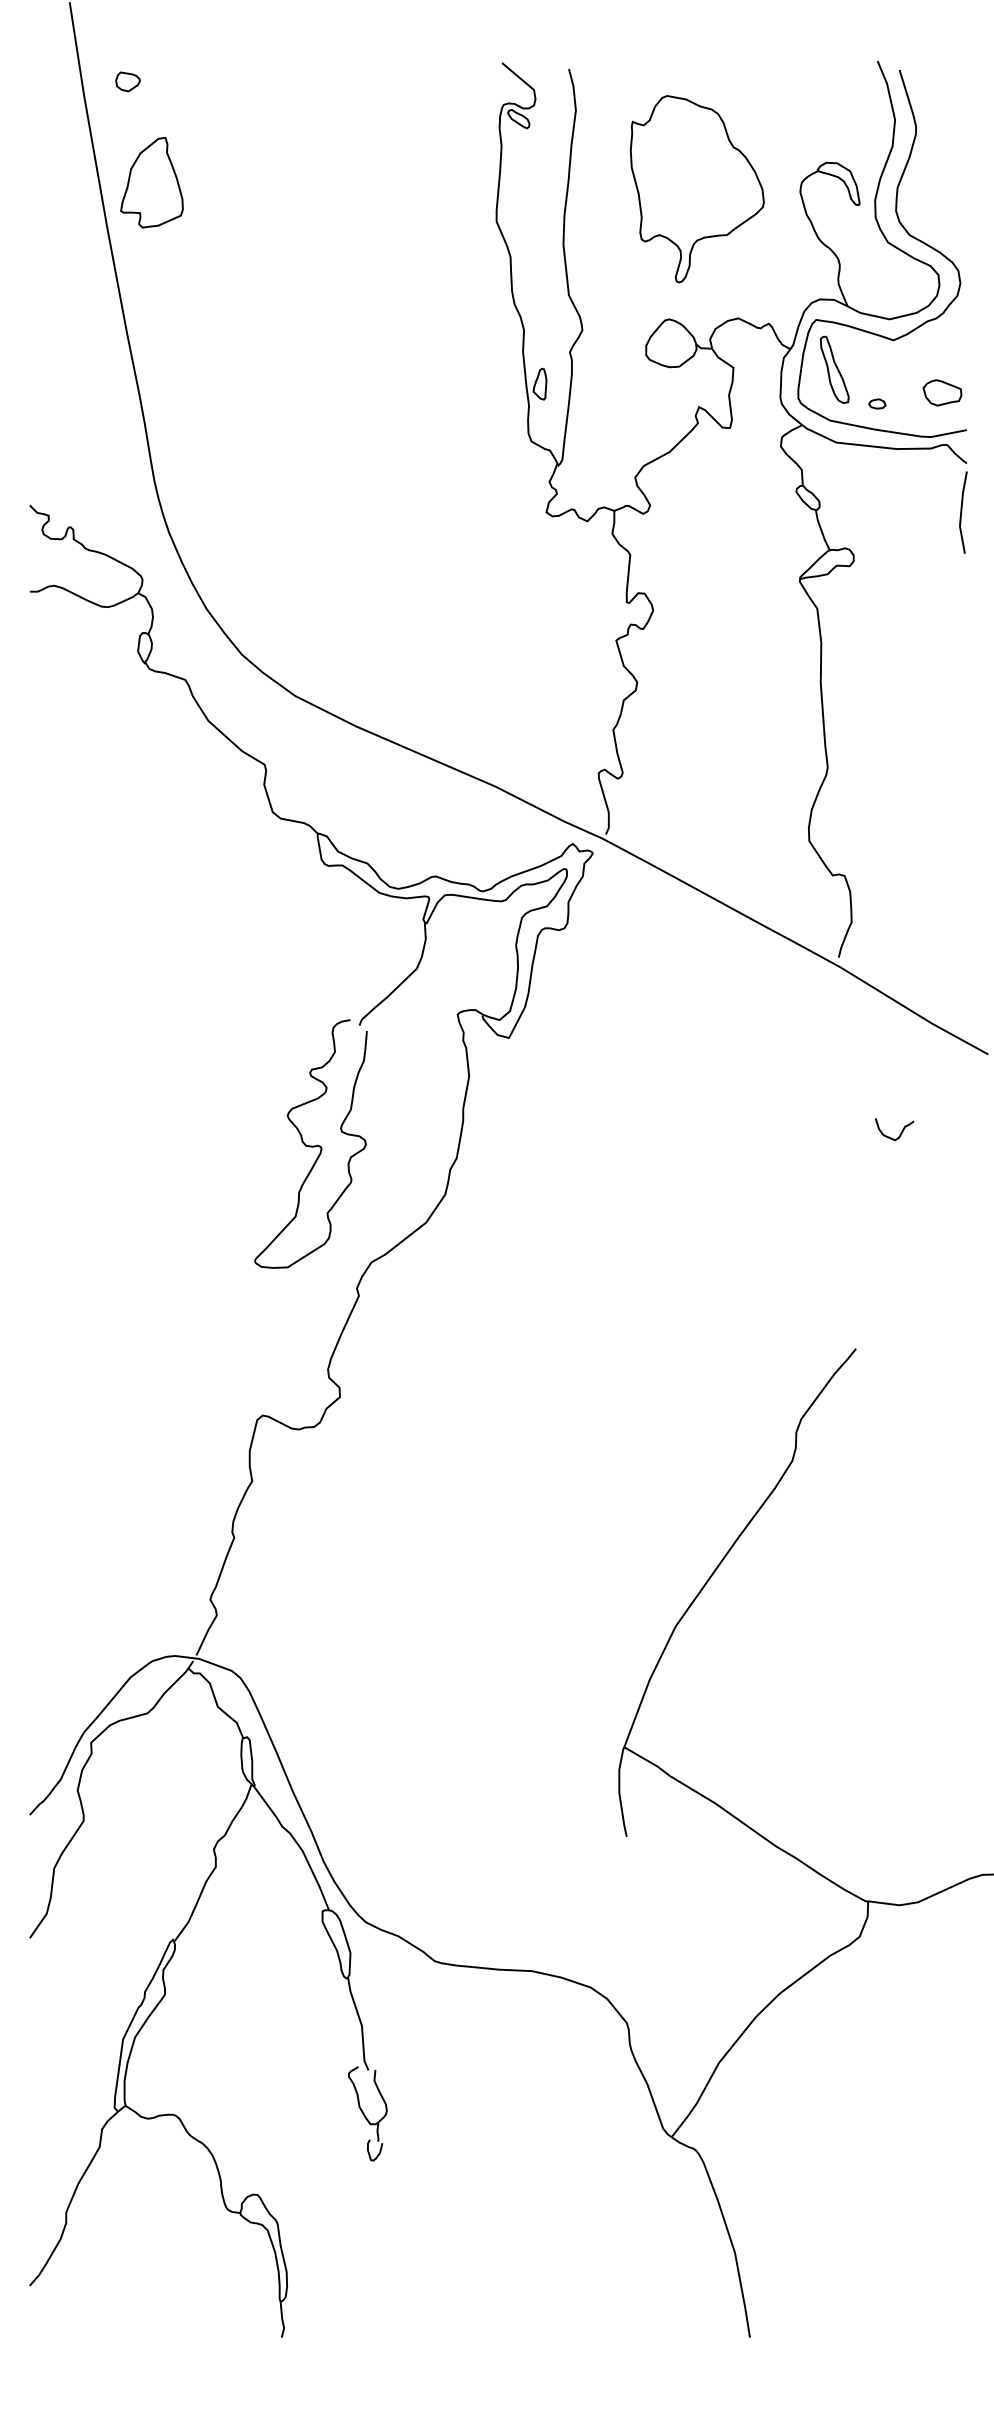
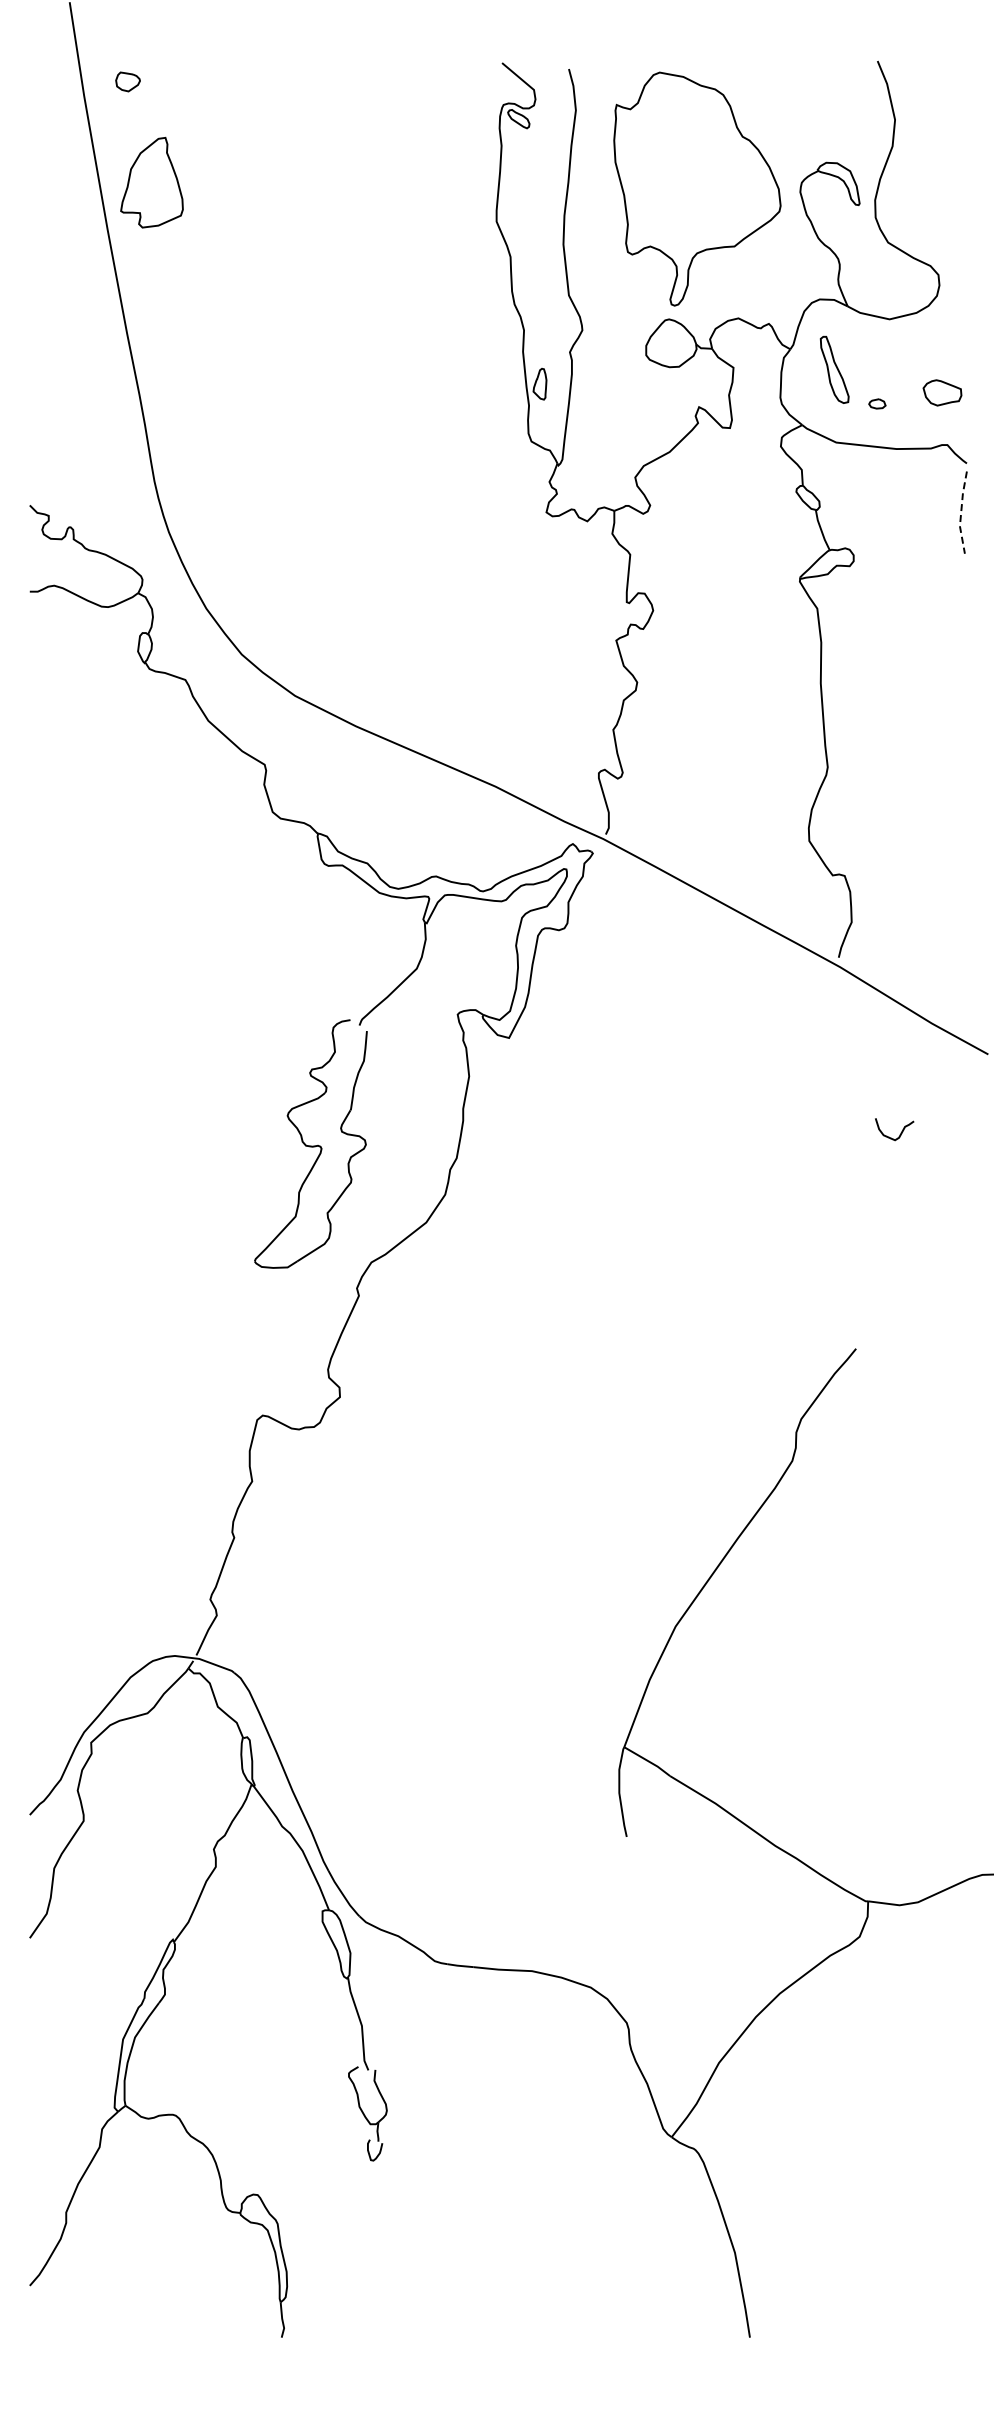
part at (696, 189) size: 136x189 px -> 169x236 px
curve at (907, 234): present -> none
line at (961, 512): solid -> dashed
